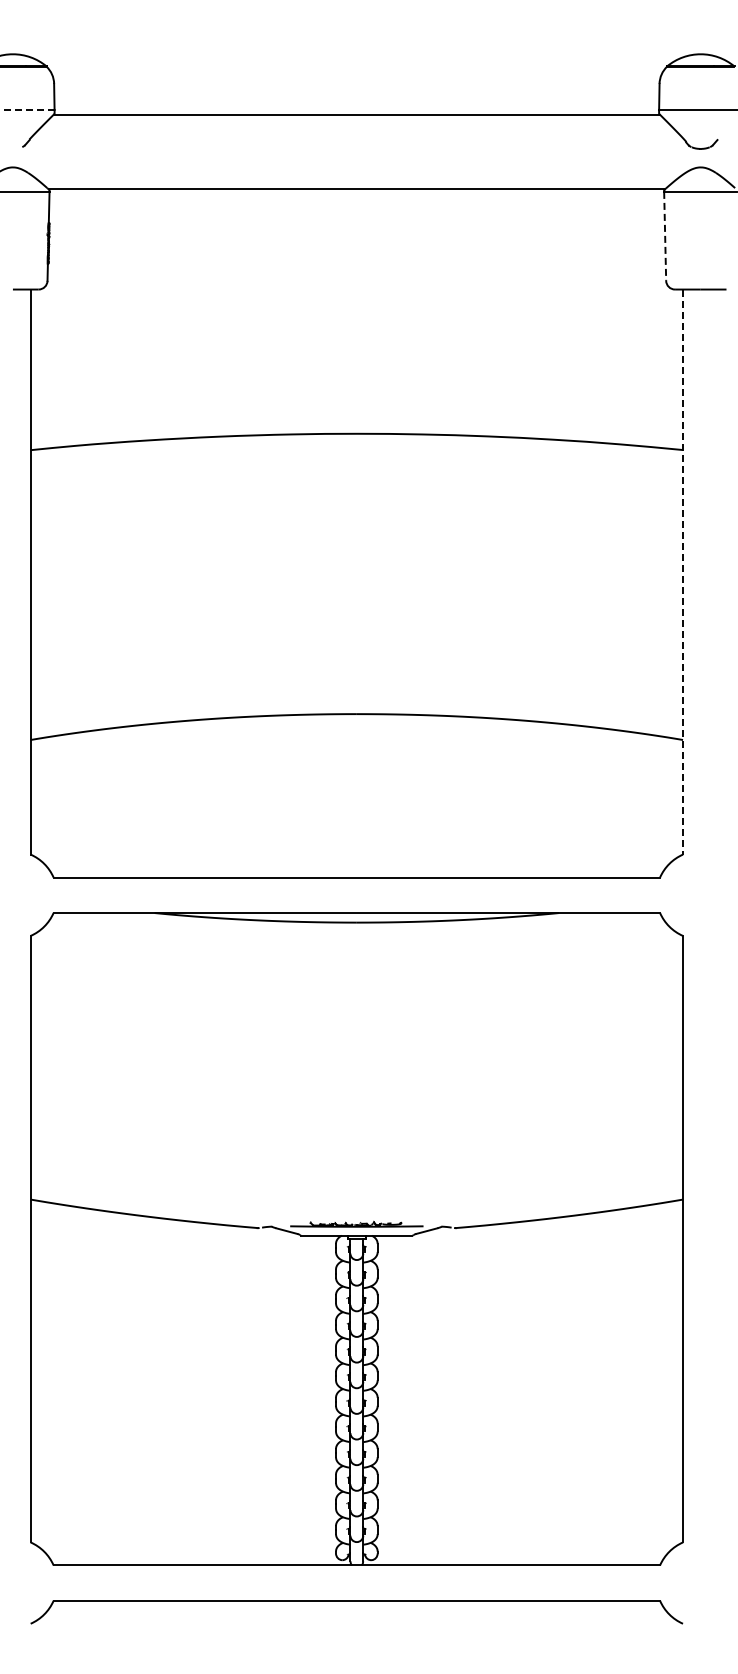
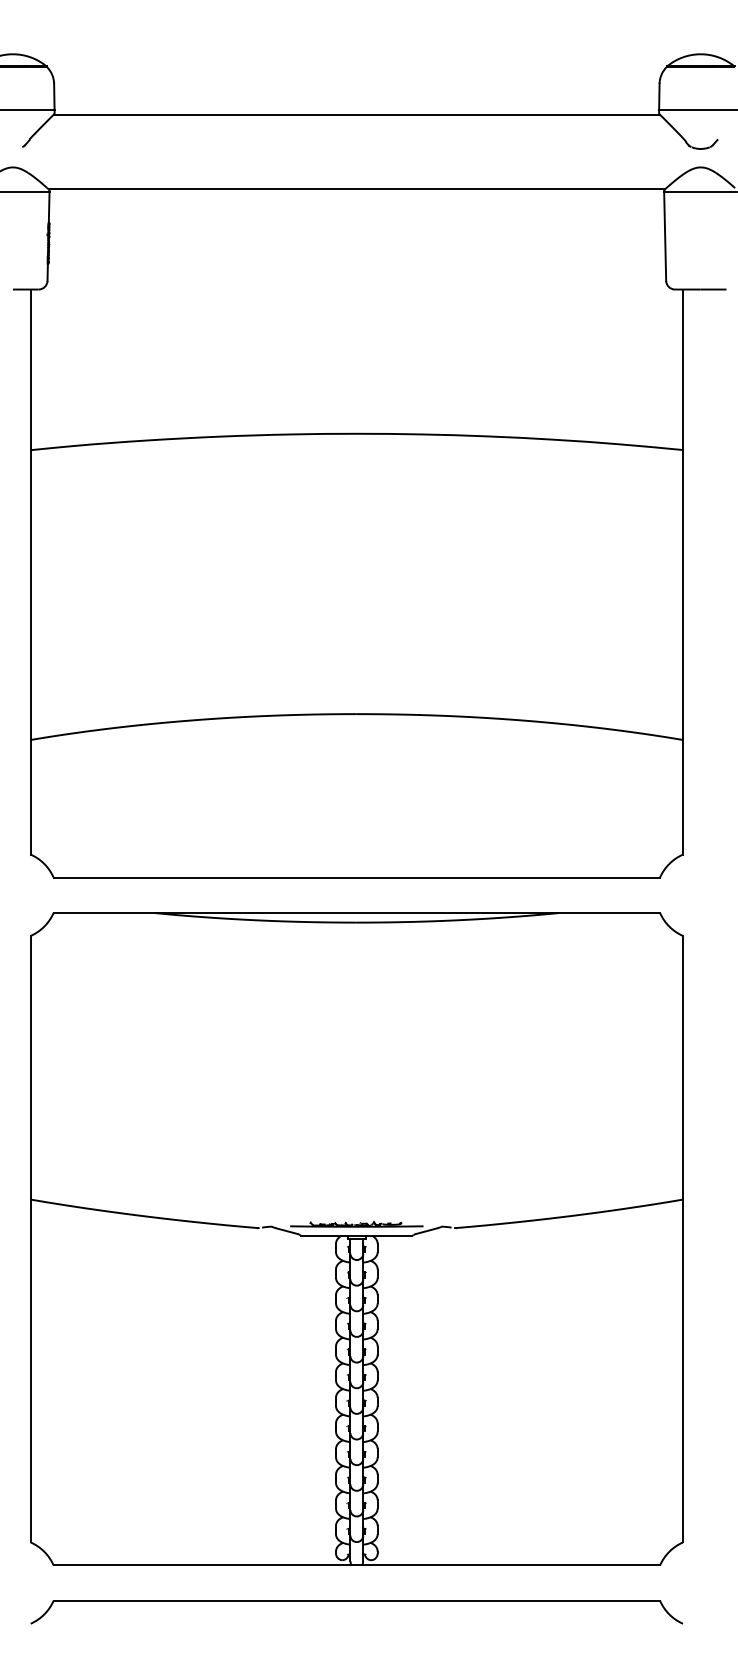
line at (26, 109): dashed -> solid
line at (665, 236): dashed -> solid
line at (683, 572): dashed -> solid
